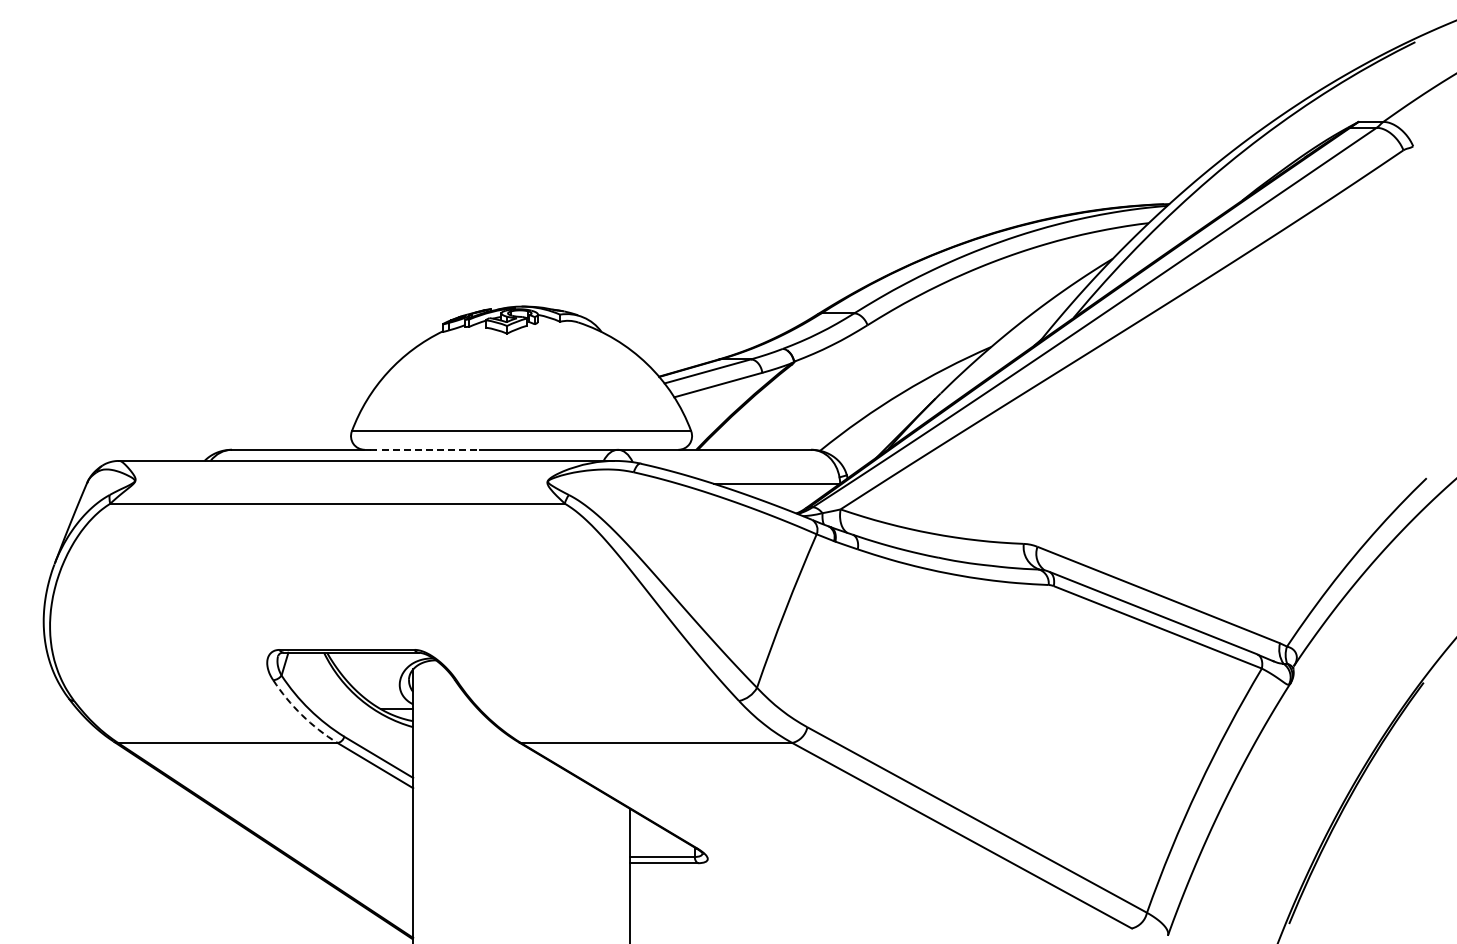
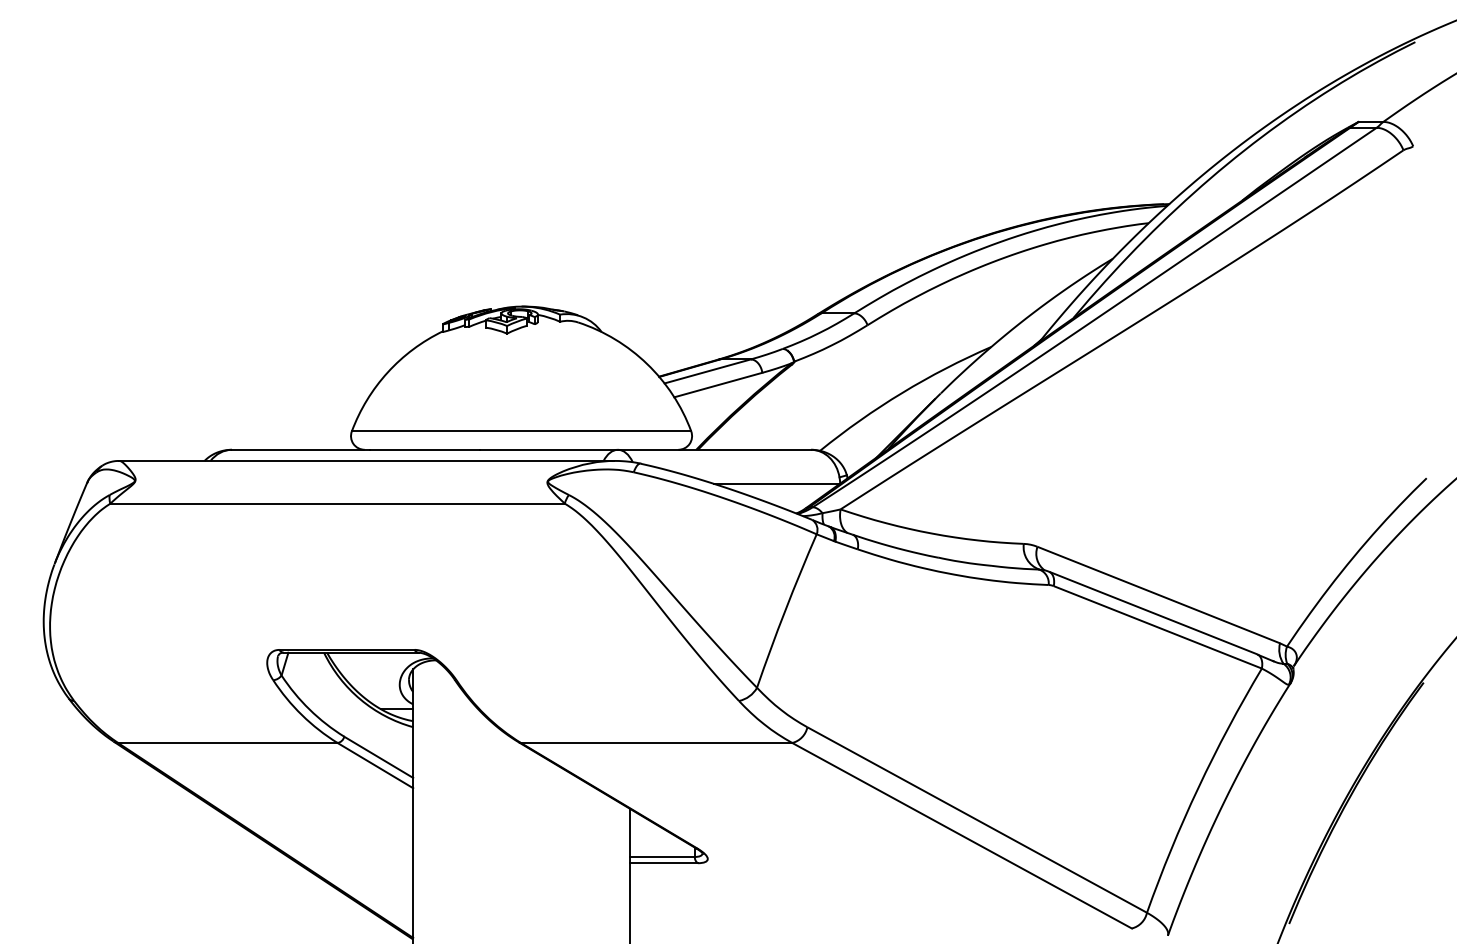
line at (424, 449): dashed -> solid
arc at (302, 715): dashed -> solid
